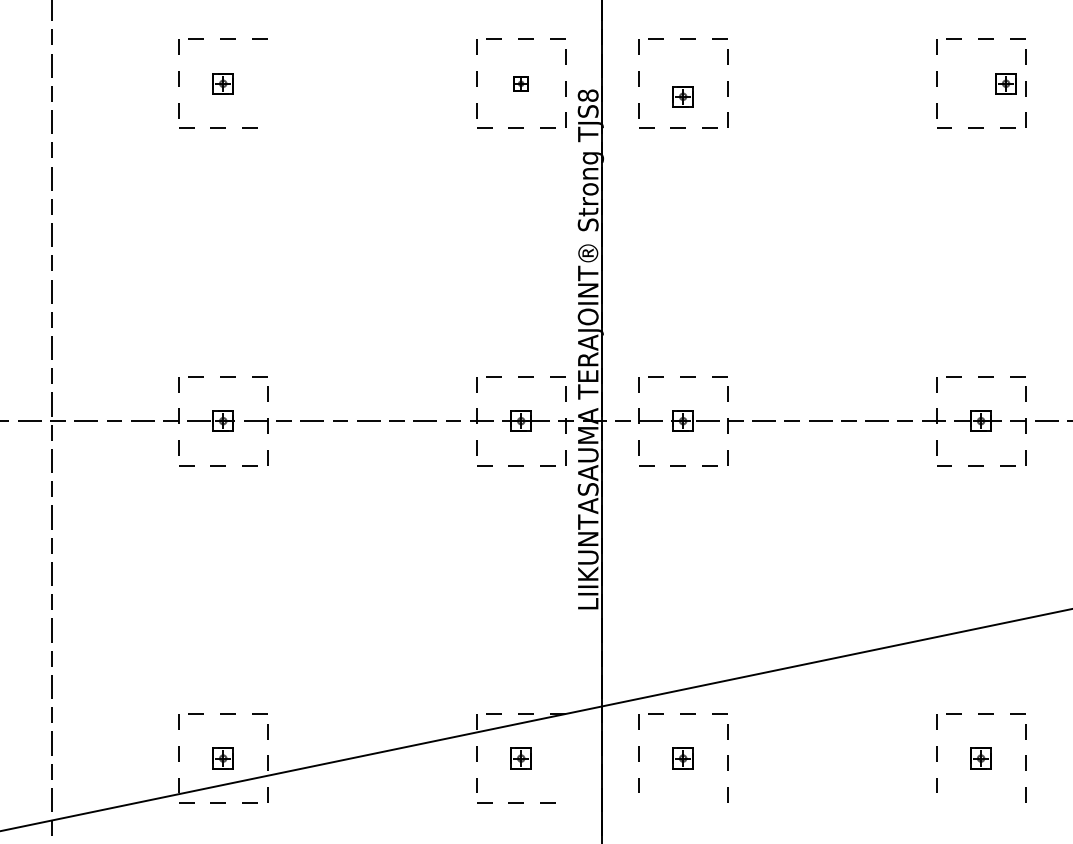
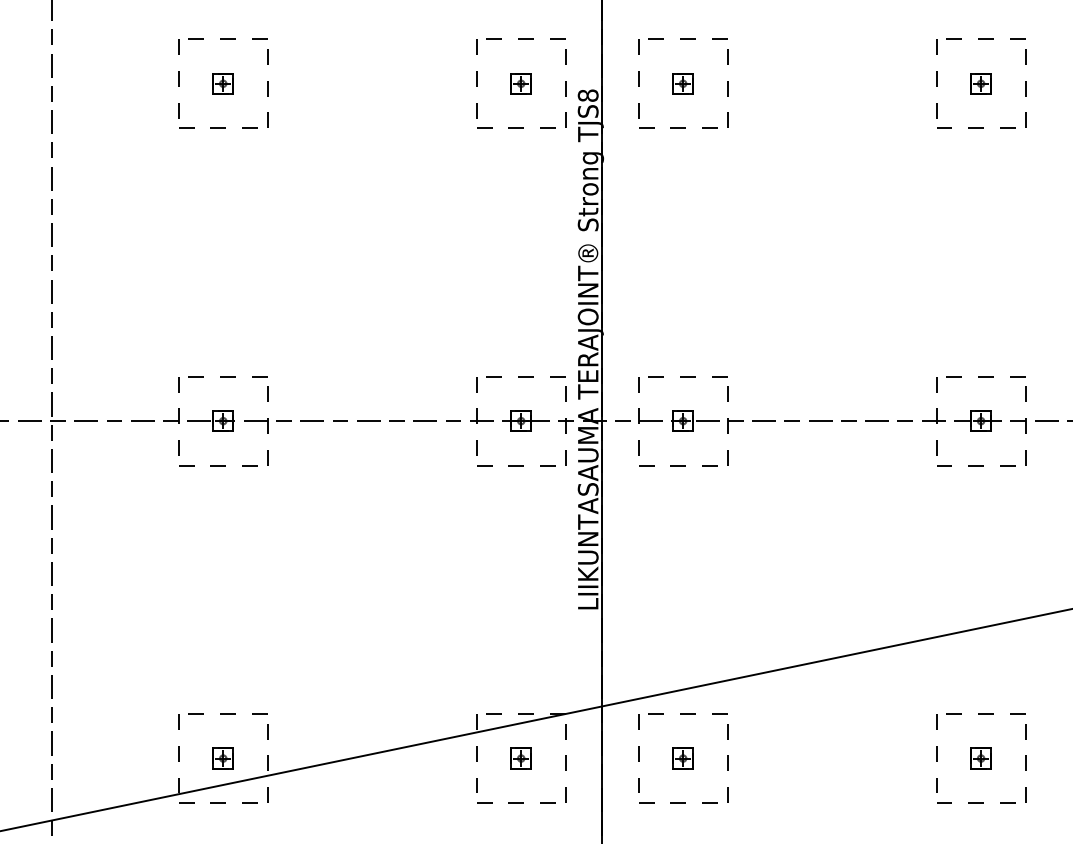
part at (520, 83) size: 16x16 px -> 22x22 px
part at (1005, 83) position: (1005, 83) -> (980, 83)
line at (267, 88): none -> present
part at (682, 96) position: (682, 96) -> (682, 83)
line at (565, 763): none -> present
line at (678, 802): none -> present
line at (976, 802): none -> present
